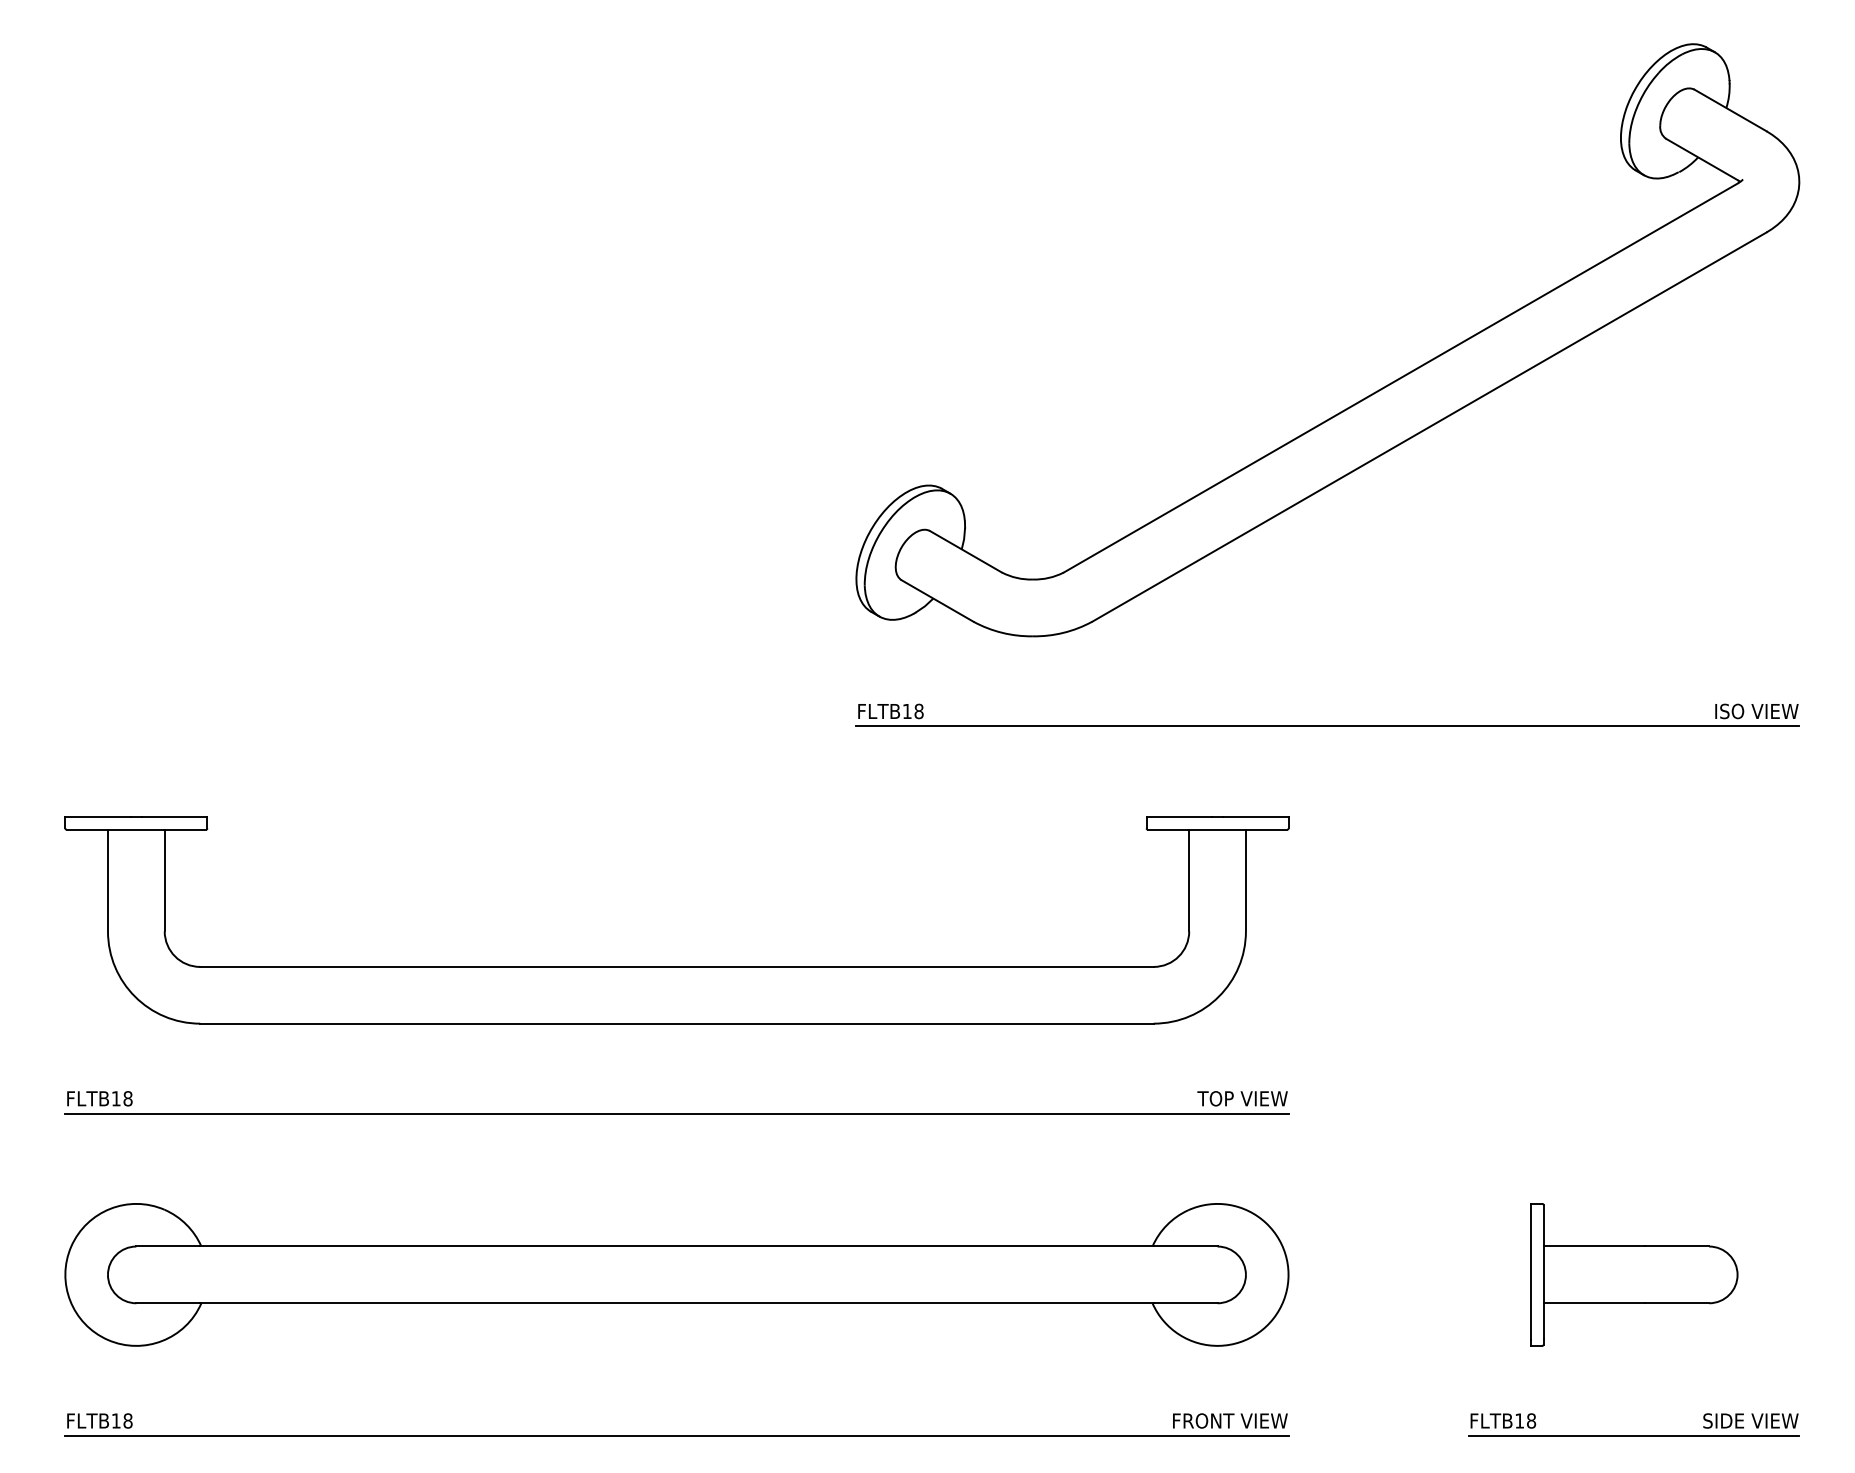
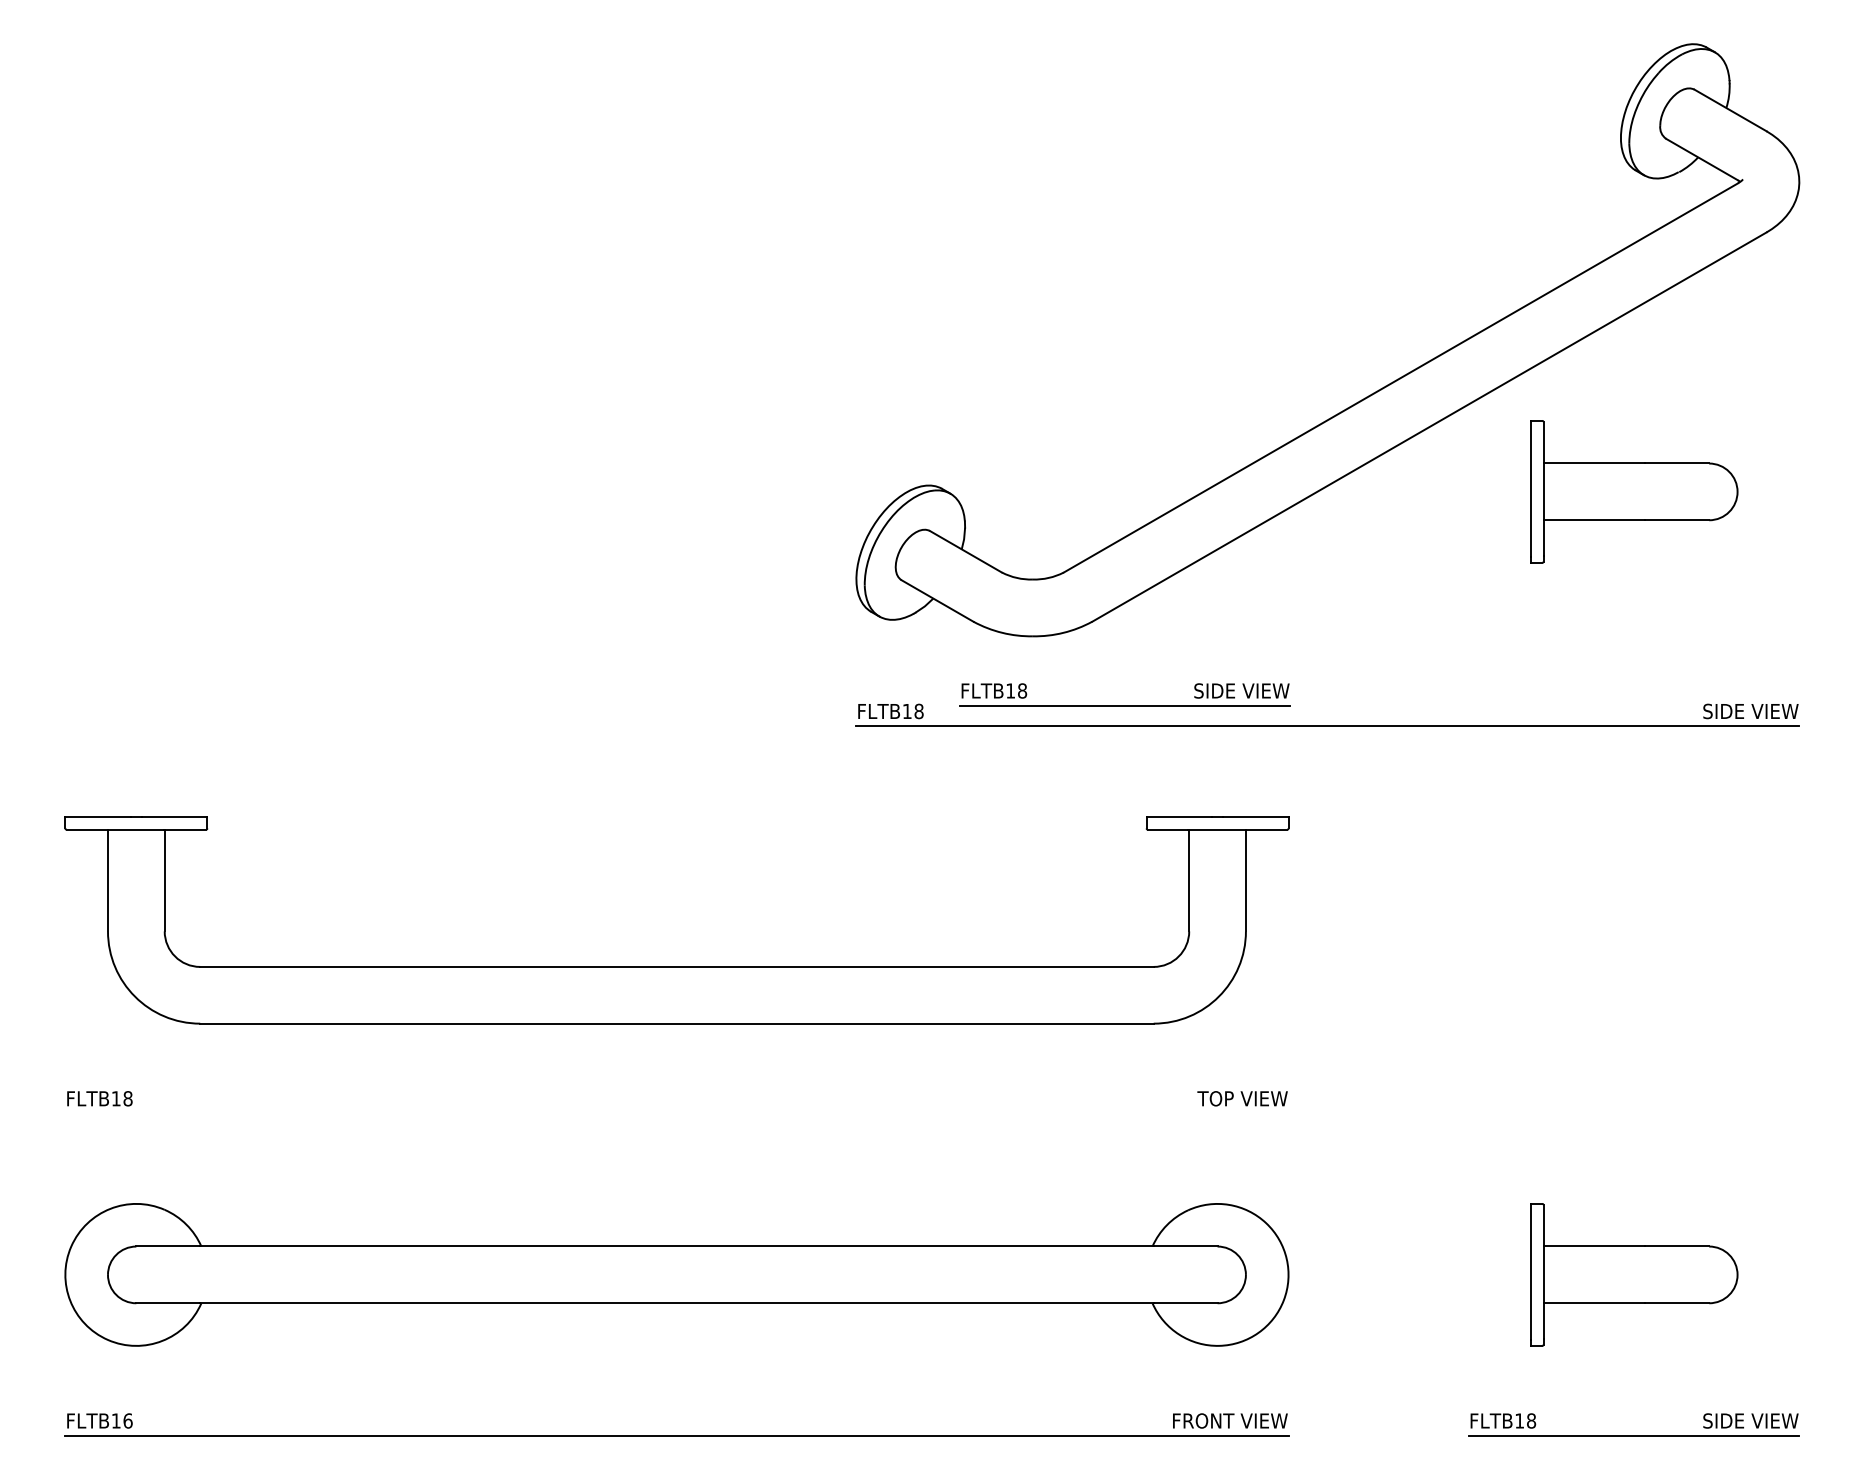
part at (1634, 491): none -> present
part at (1124, 705): none -> present
text at (1723, 711): ISO VIEW -> SIDE VIEW
line at (676, 1113): present -> none
text at (127, 1420): FLTB18 -> FLTB16
